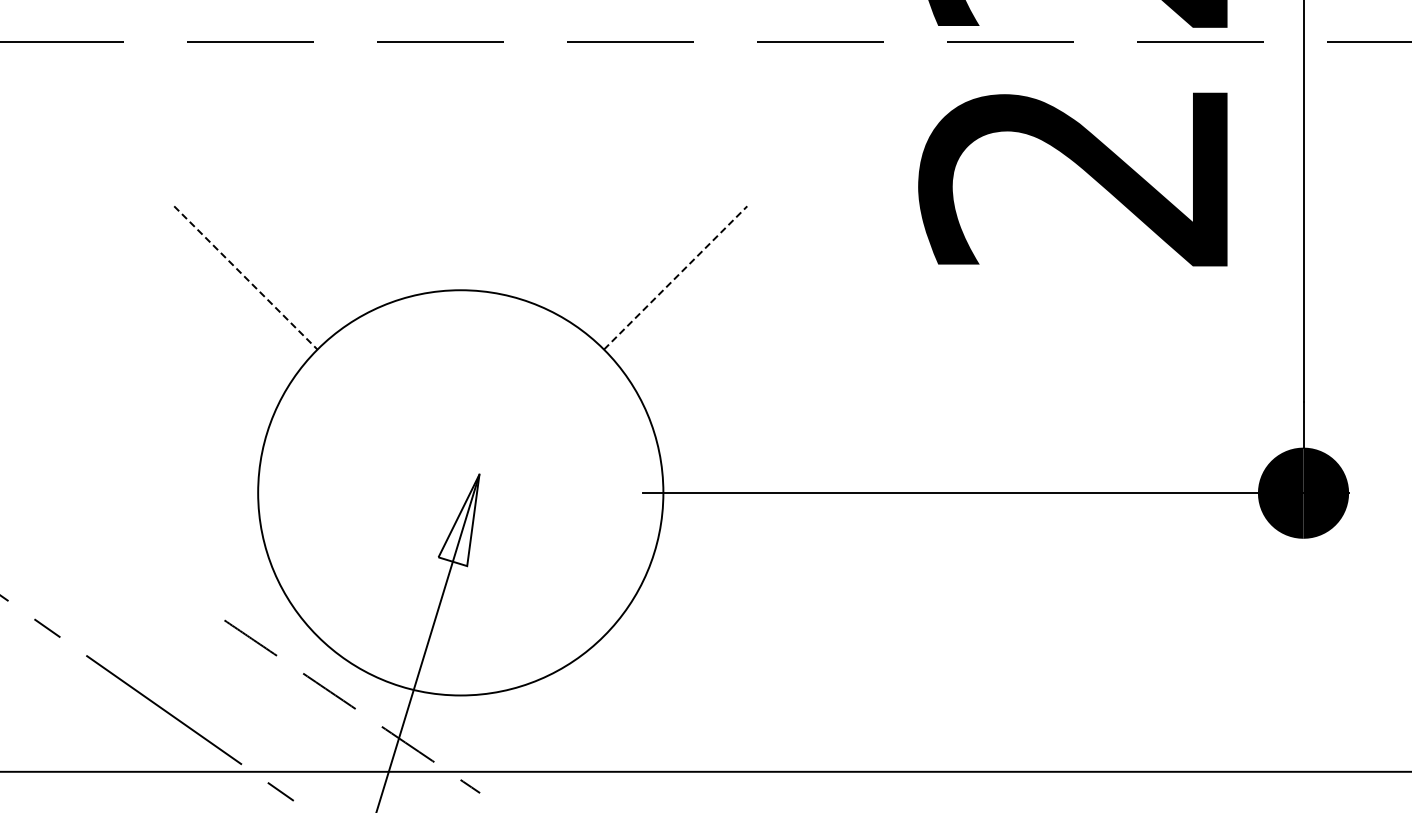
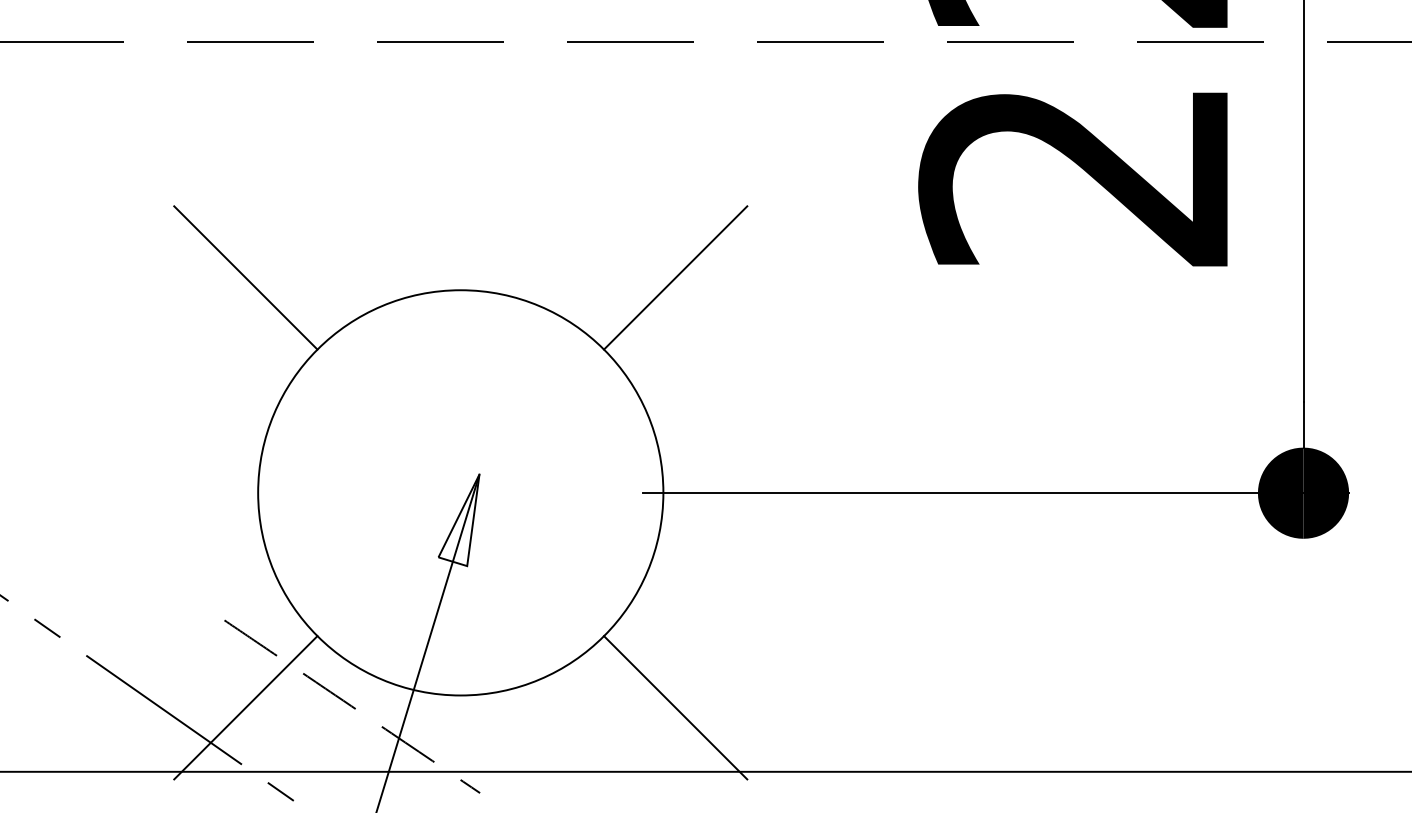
line at (676, 277): dashed -> solid
line at (246, 278): dashed -> solid
line at (245, 707): none -> present
line at (675, 707): none -> present
